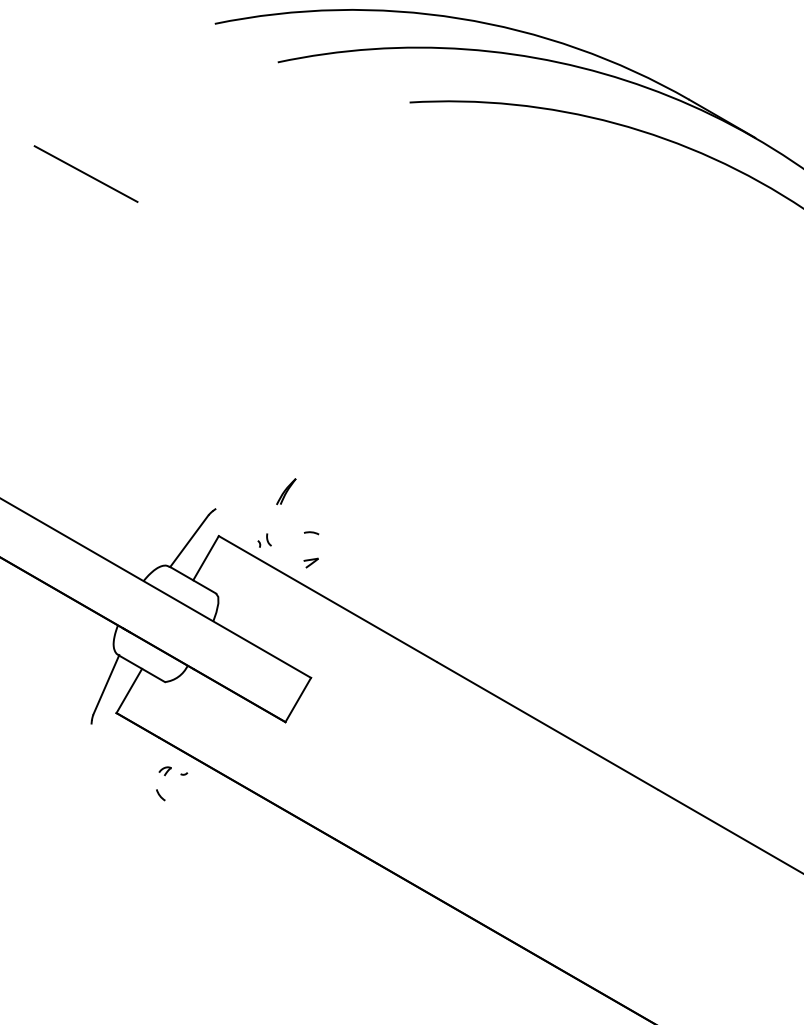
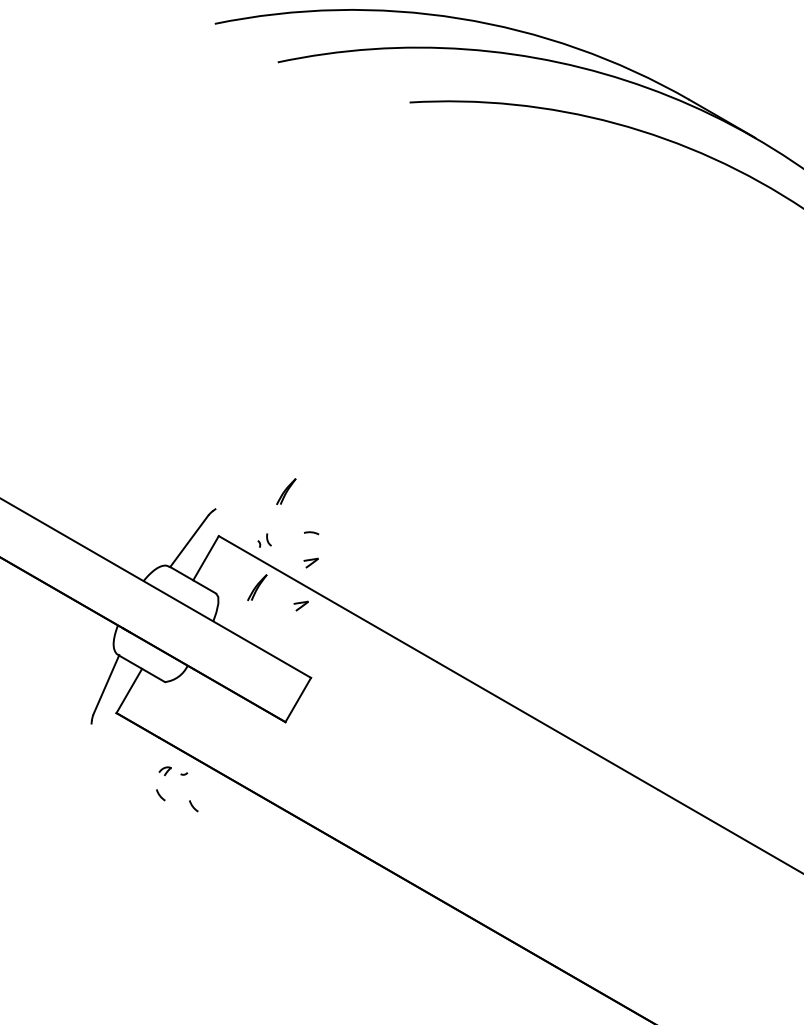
line at (85, 173): present -> none
part at (257, 587): none -> present
part at (300, 605): none -> present
arc at (193, 806): none -> present
